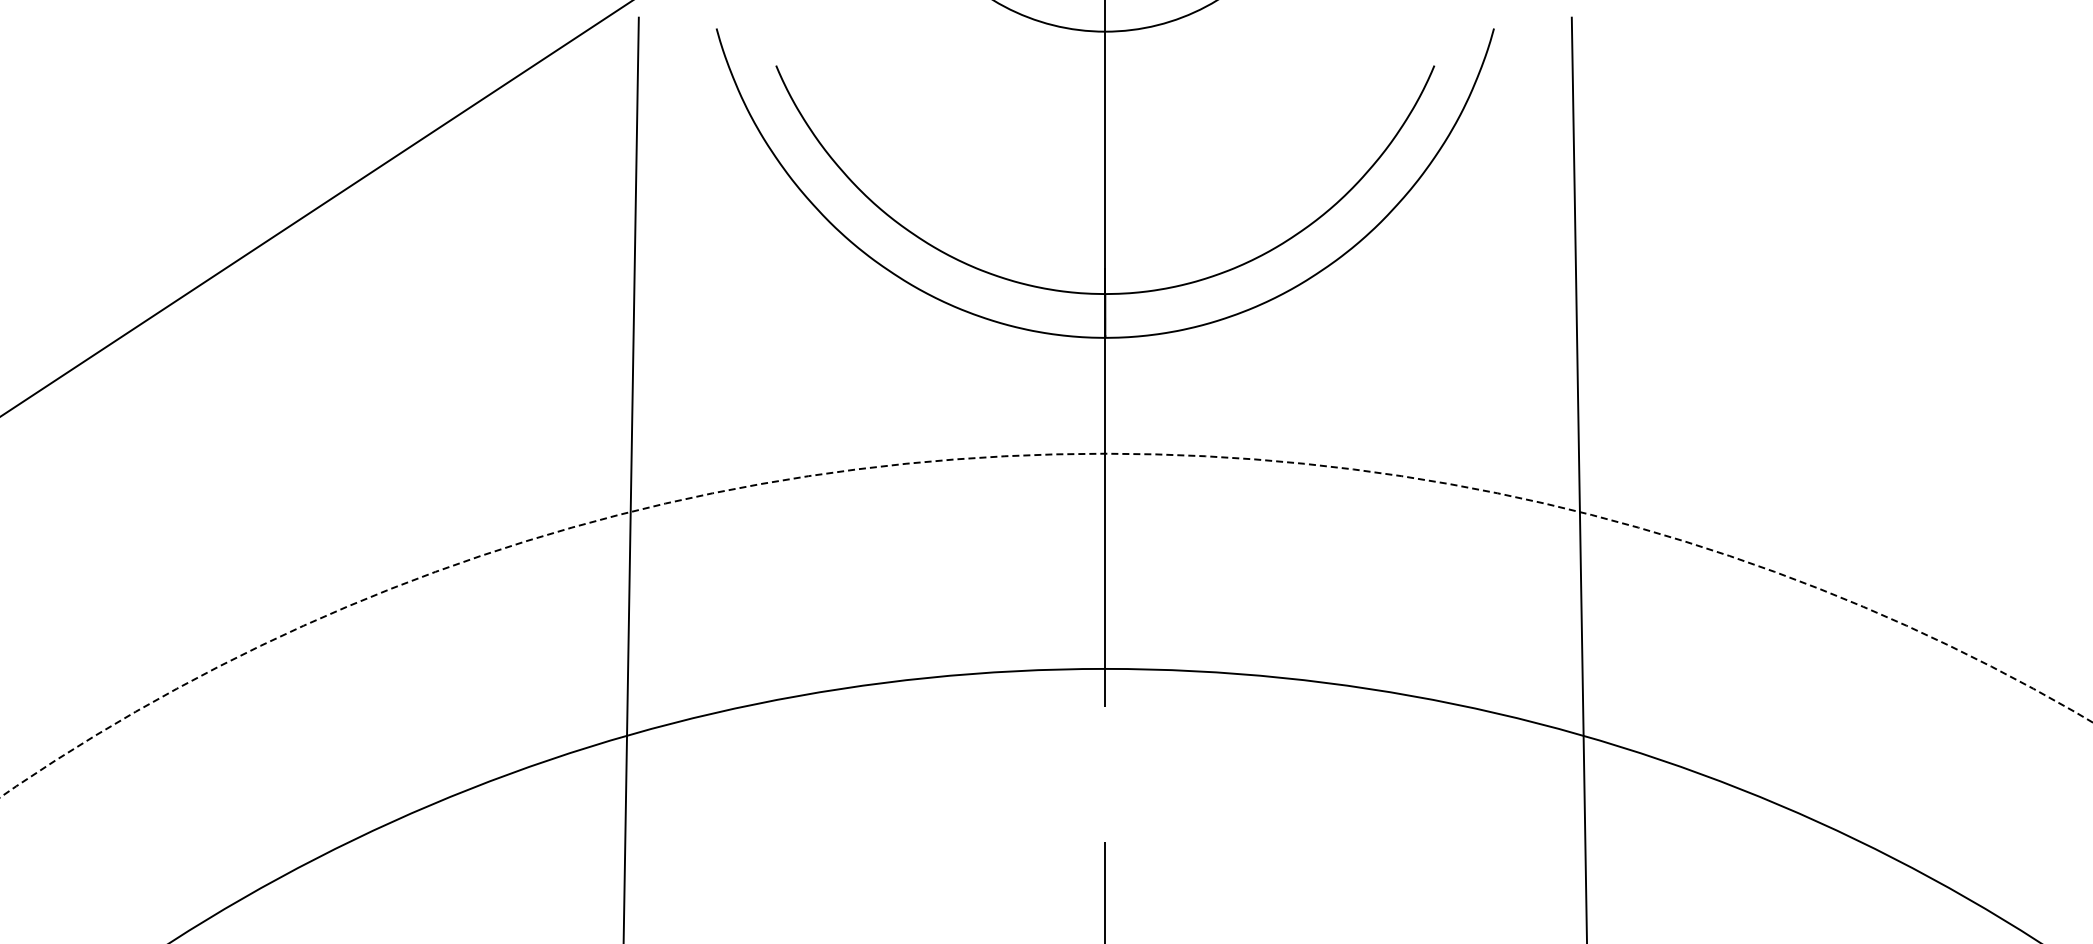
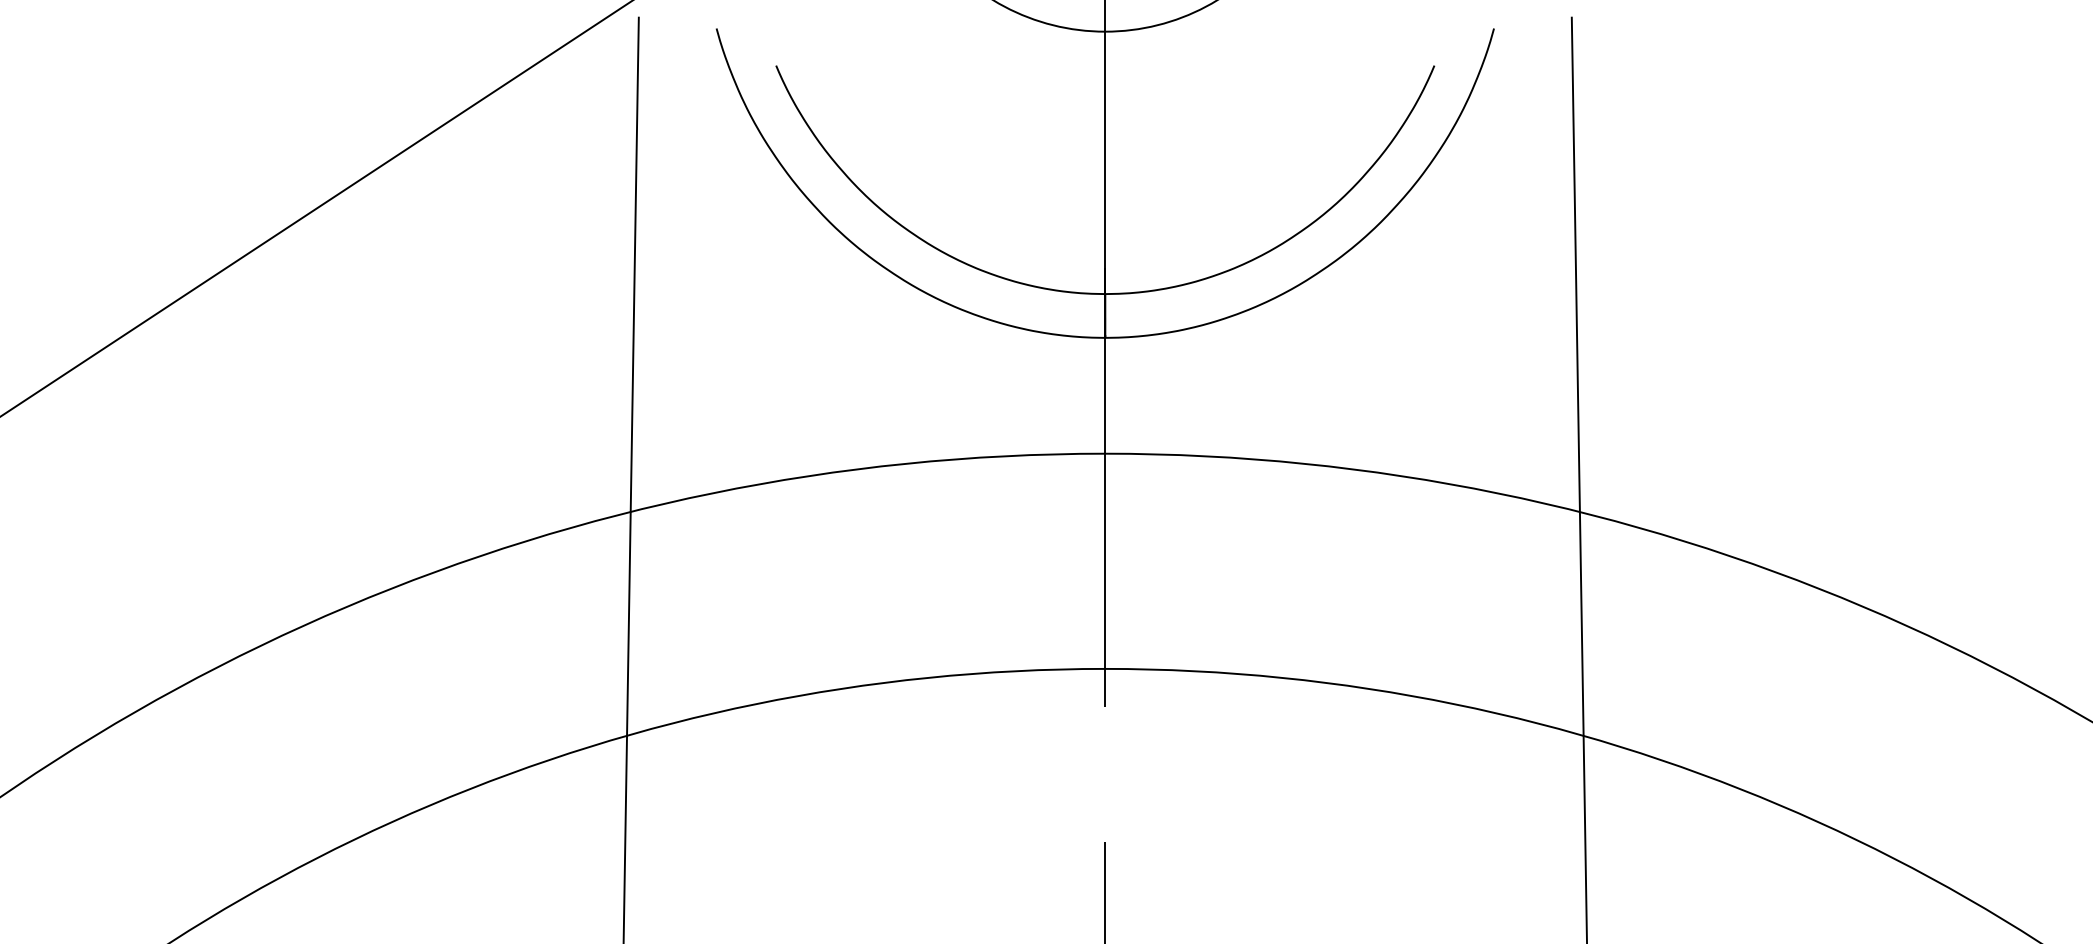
circle at (1046, 625): dashed -> solid
